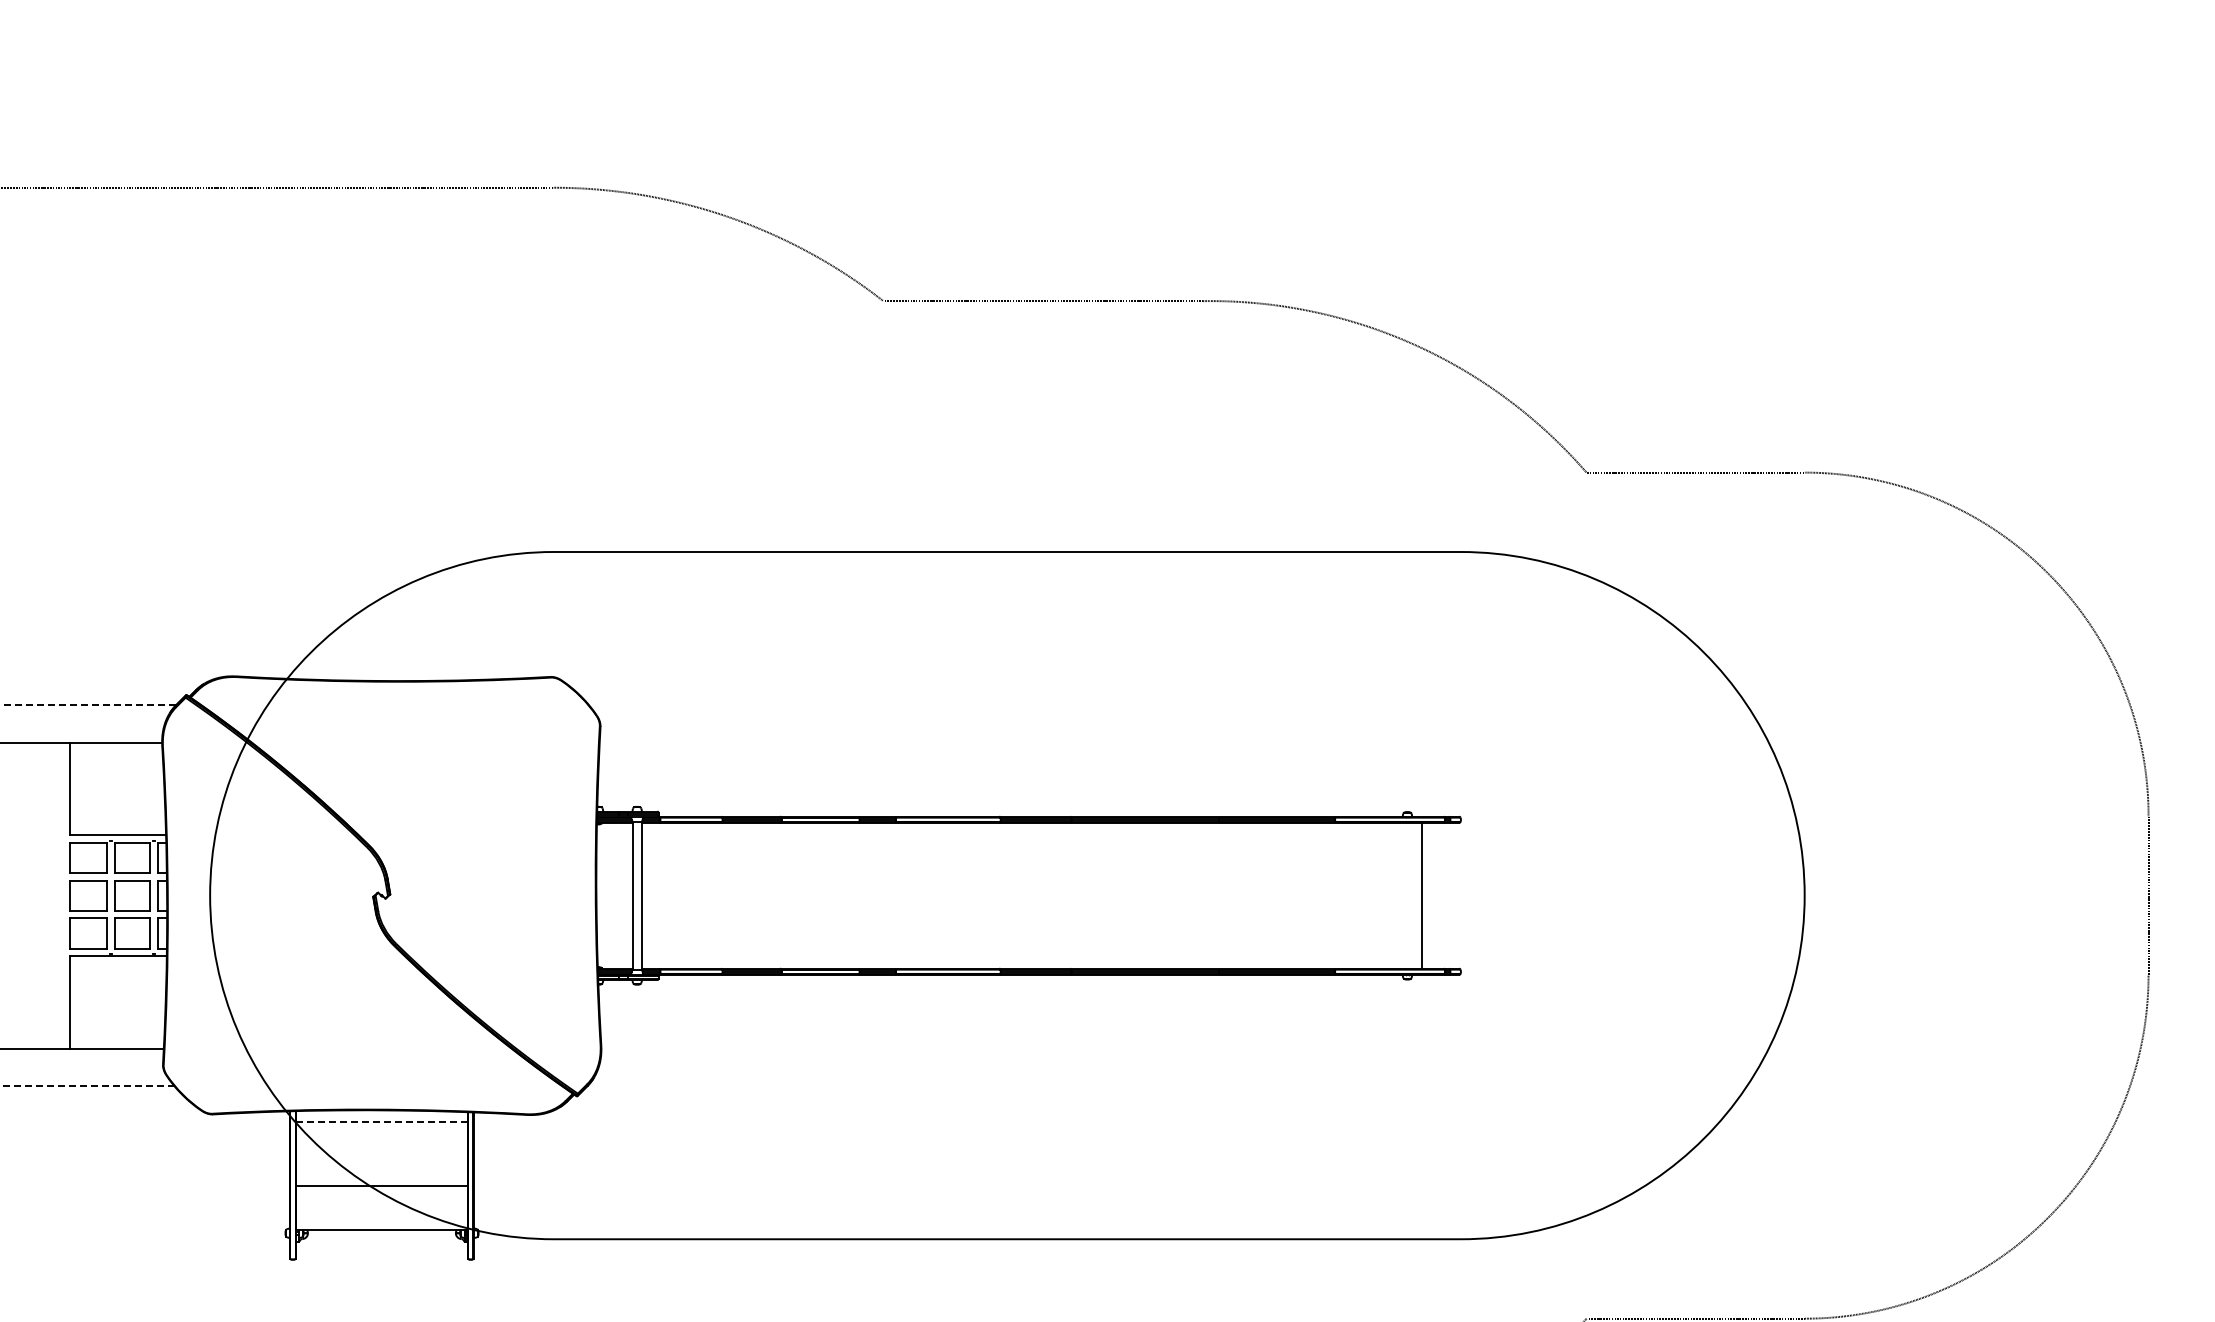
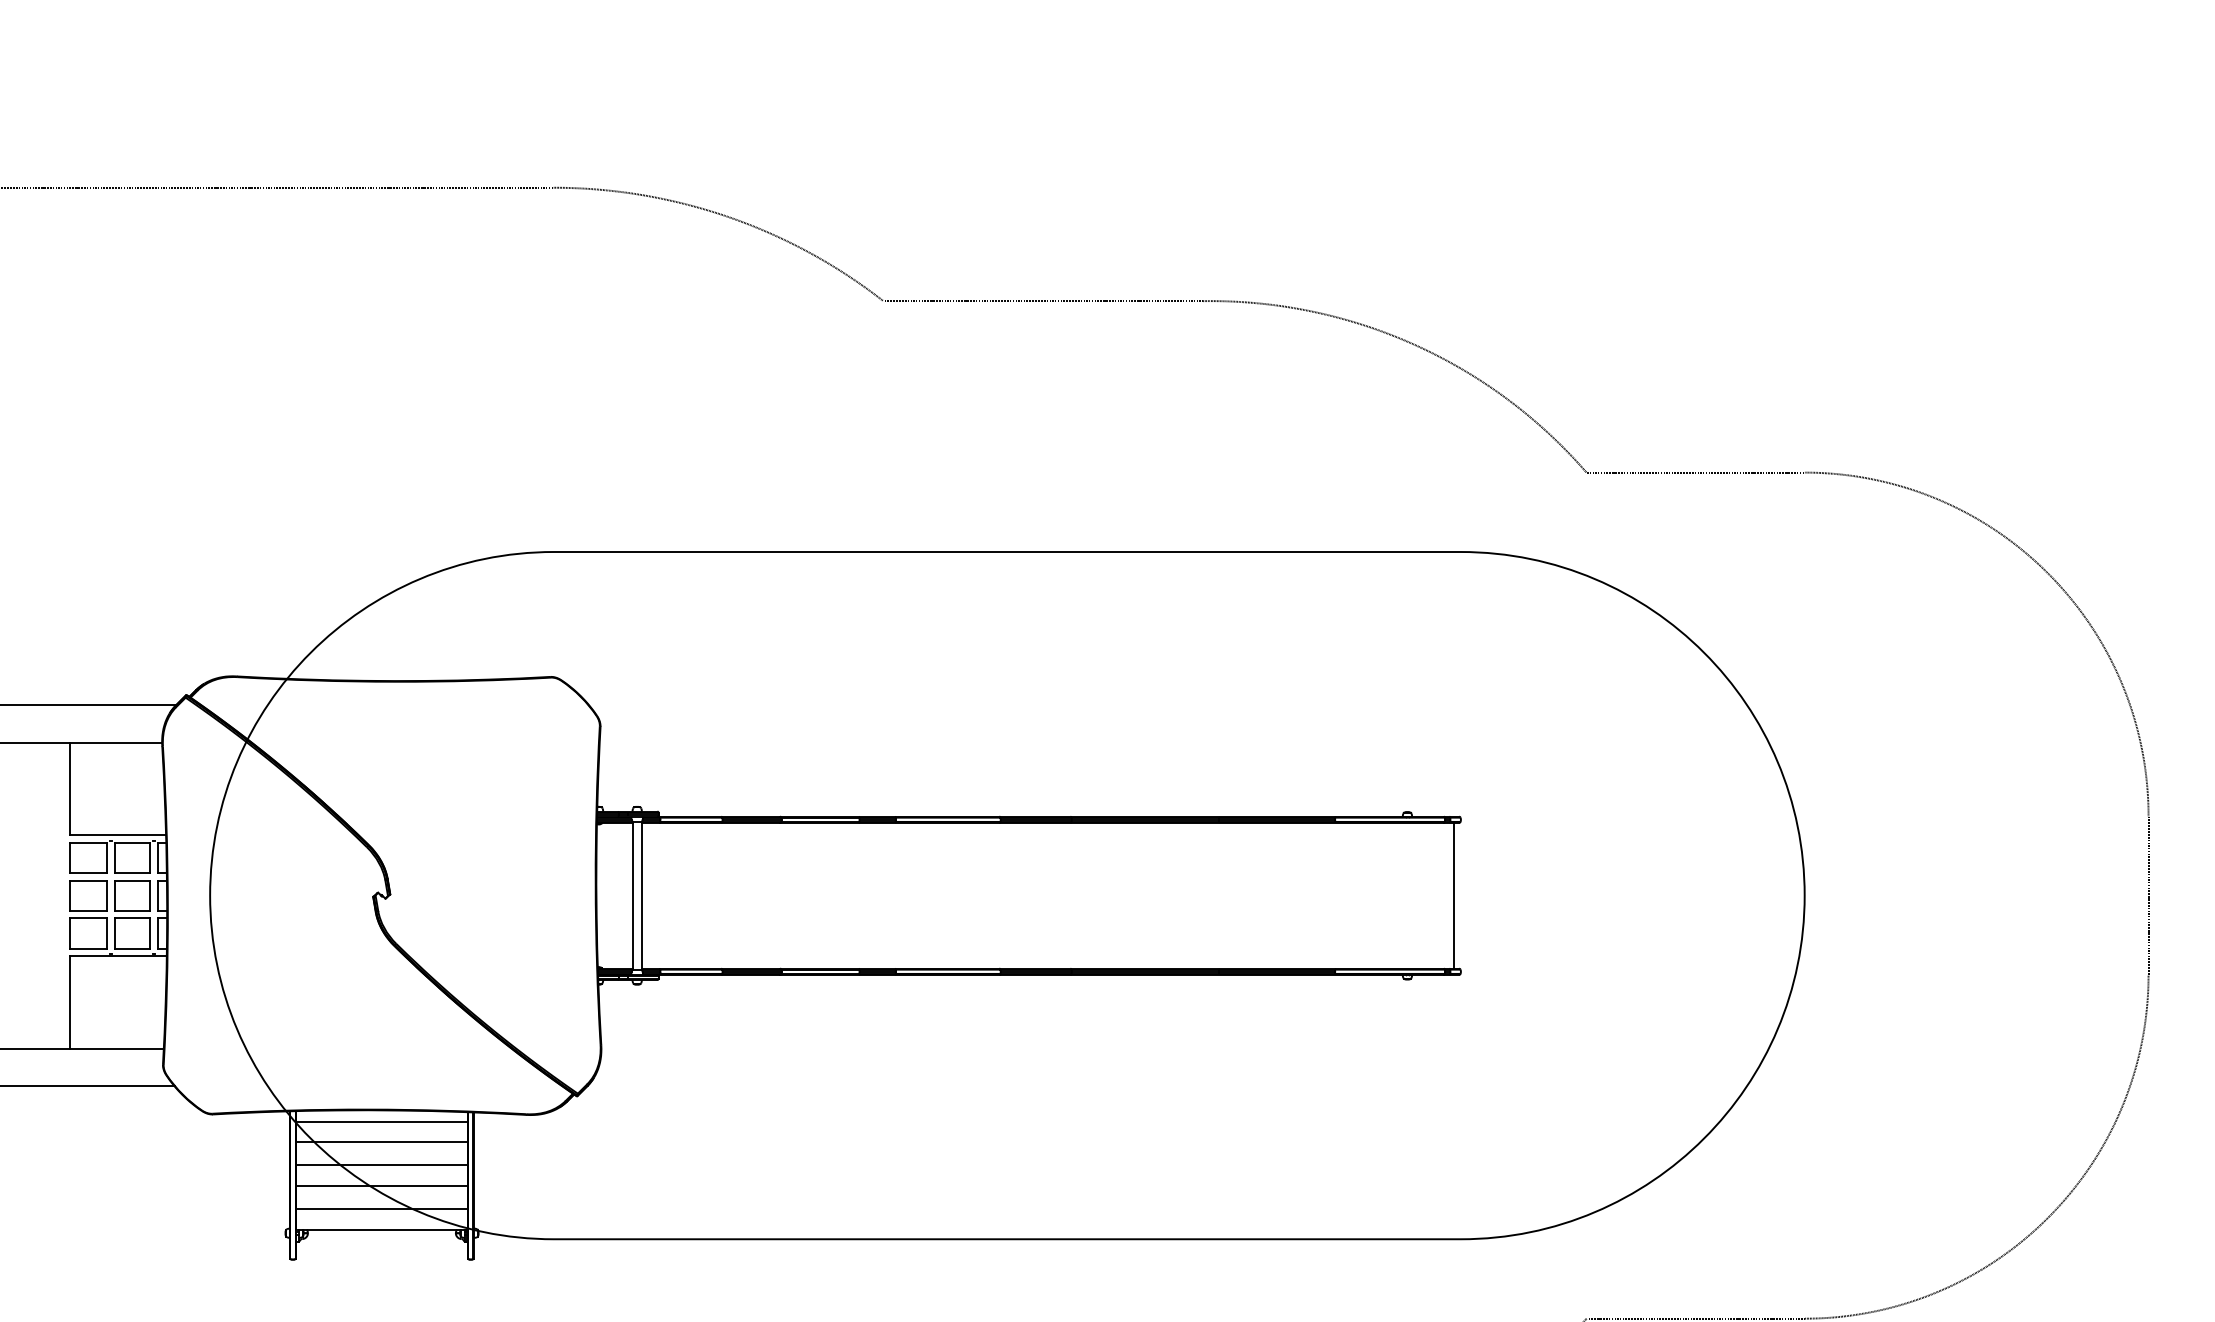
line at (88, 705): dashed -> solid
line at (1422, 895) position: (1422, 895) -> (1454, 895)
line at (87, 1086): dashed -> solid
line at (381, 1121): dashed -> solid
line at (381, 1142): none -> present
line at (381, 1165): none -> present
line at (381, 1209): none -> present
